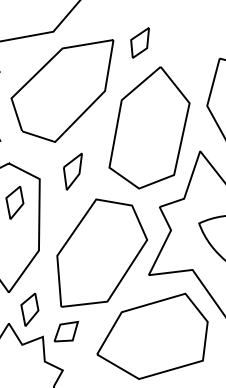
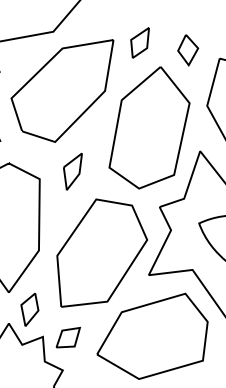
part at (188, 50): none -> present
part at (14, 202): present -> none
part at (65, 331) position: (65, 331) -> (67, 337)
